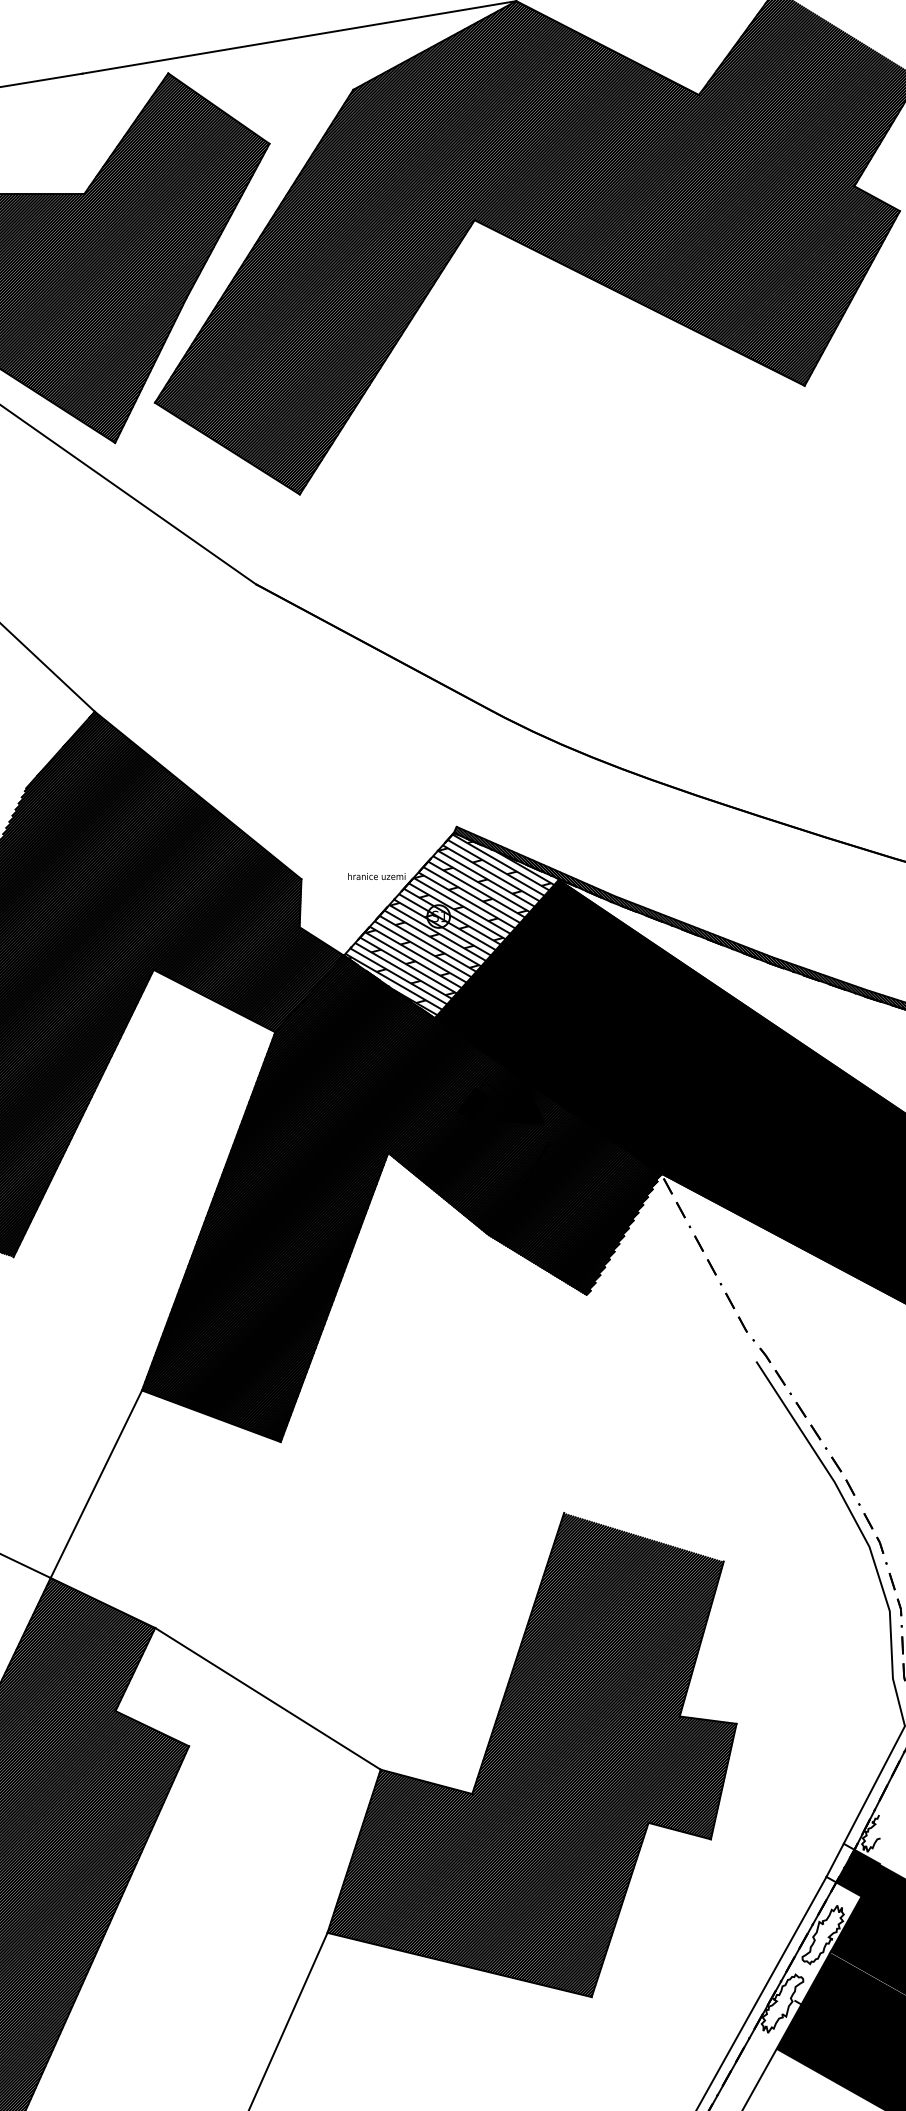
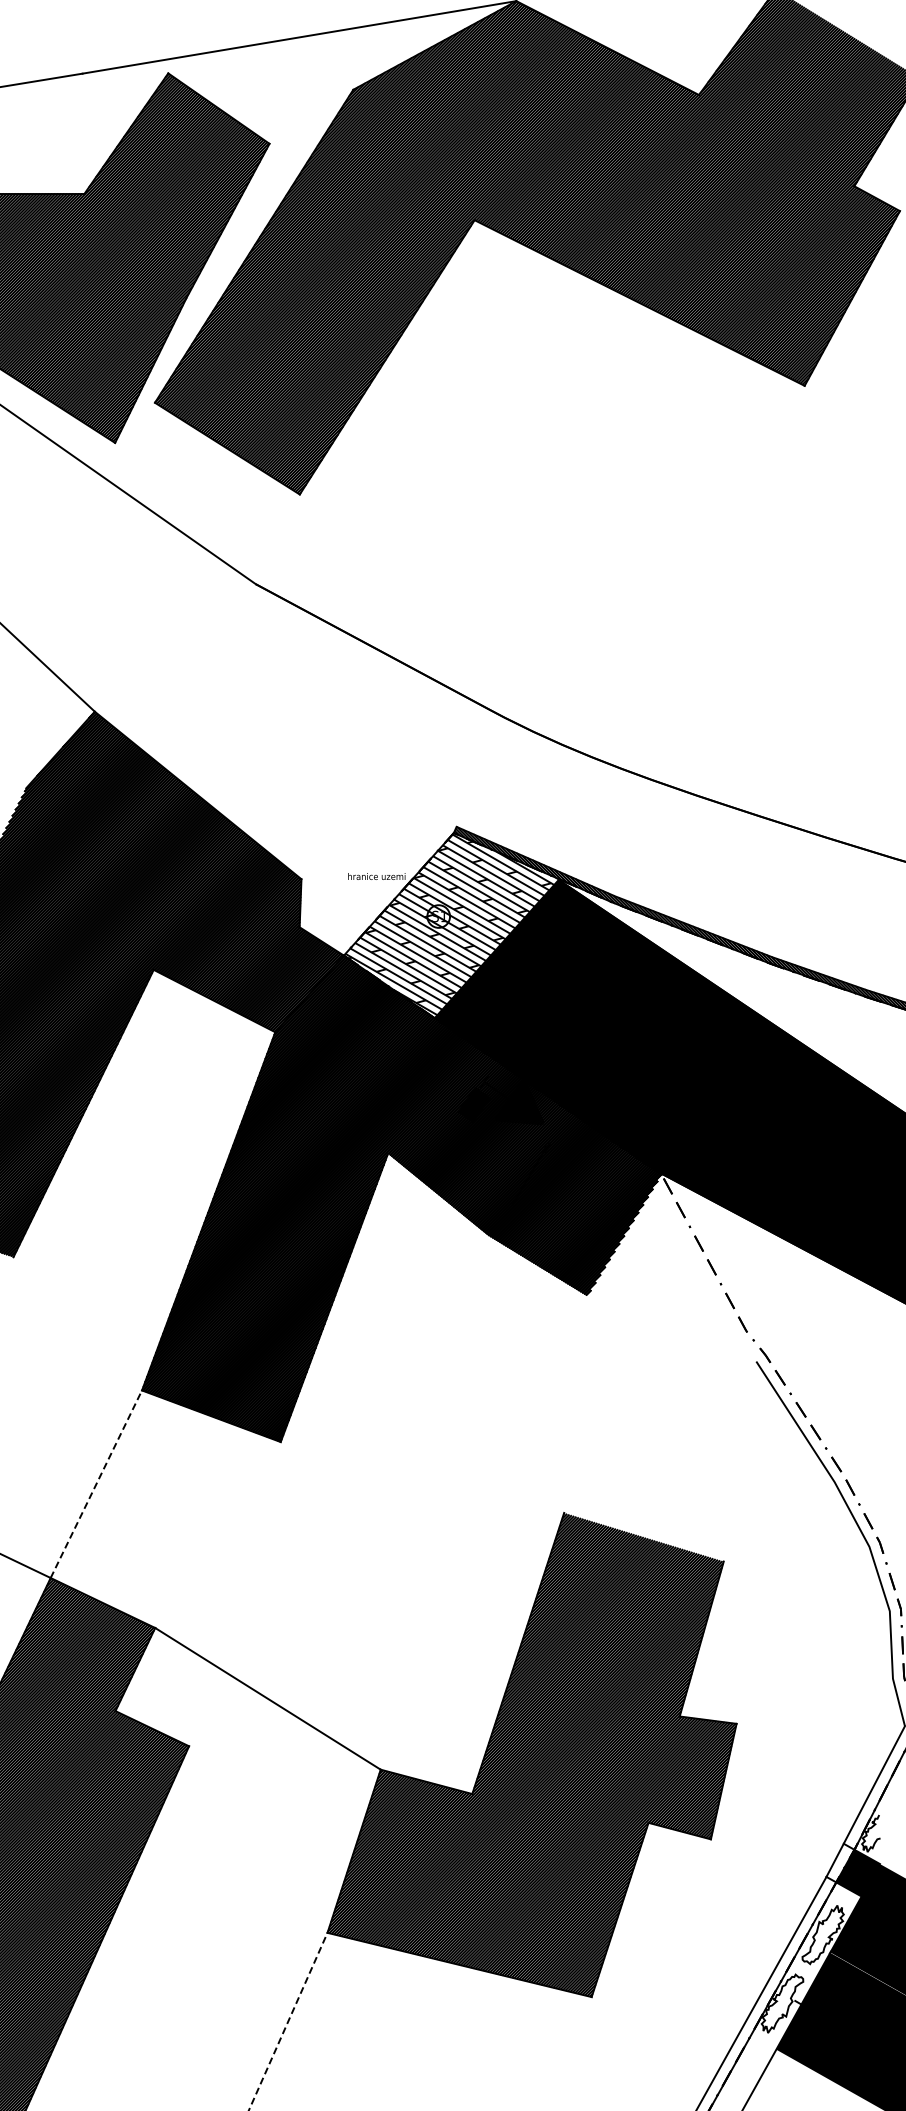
line at (96, 1483): solid -> dashed
line at (288, 2021): solid -> dashed
